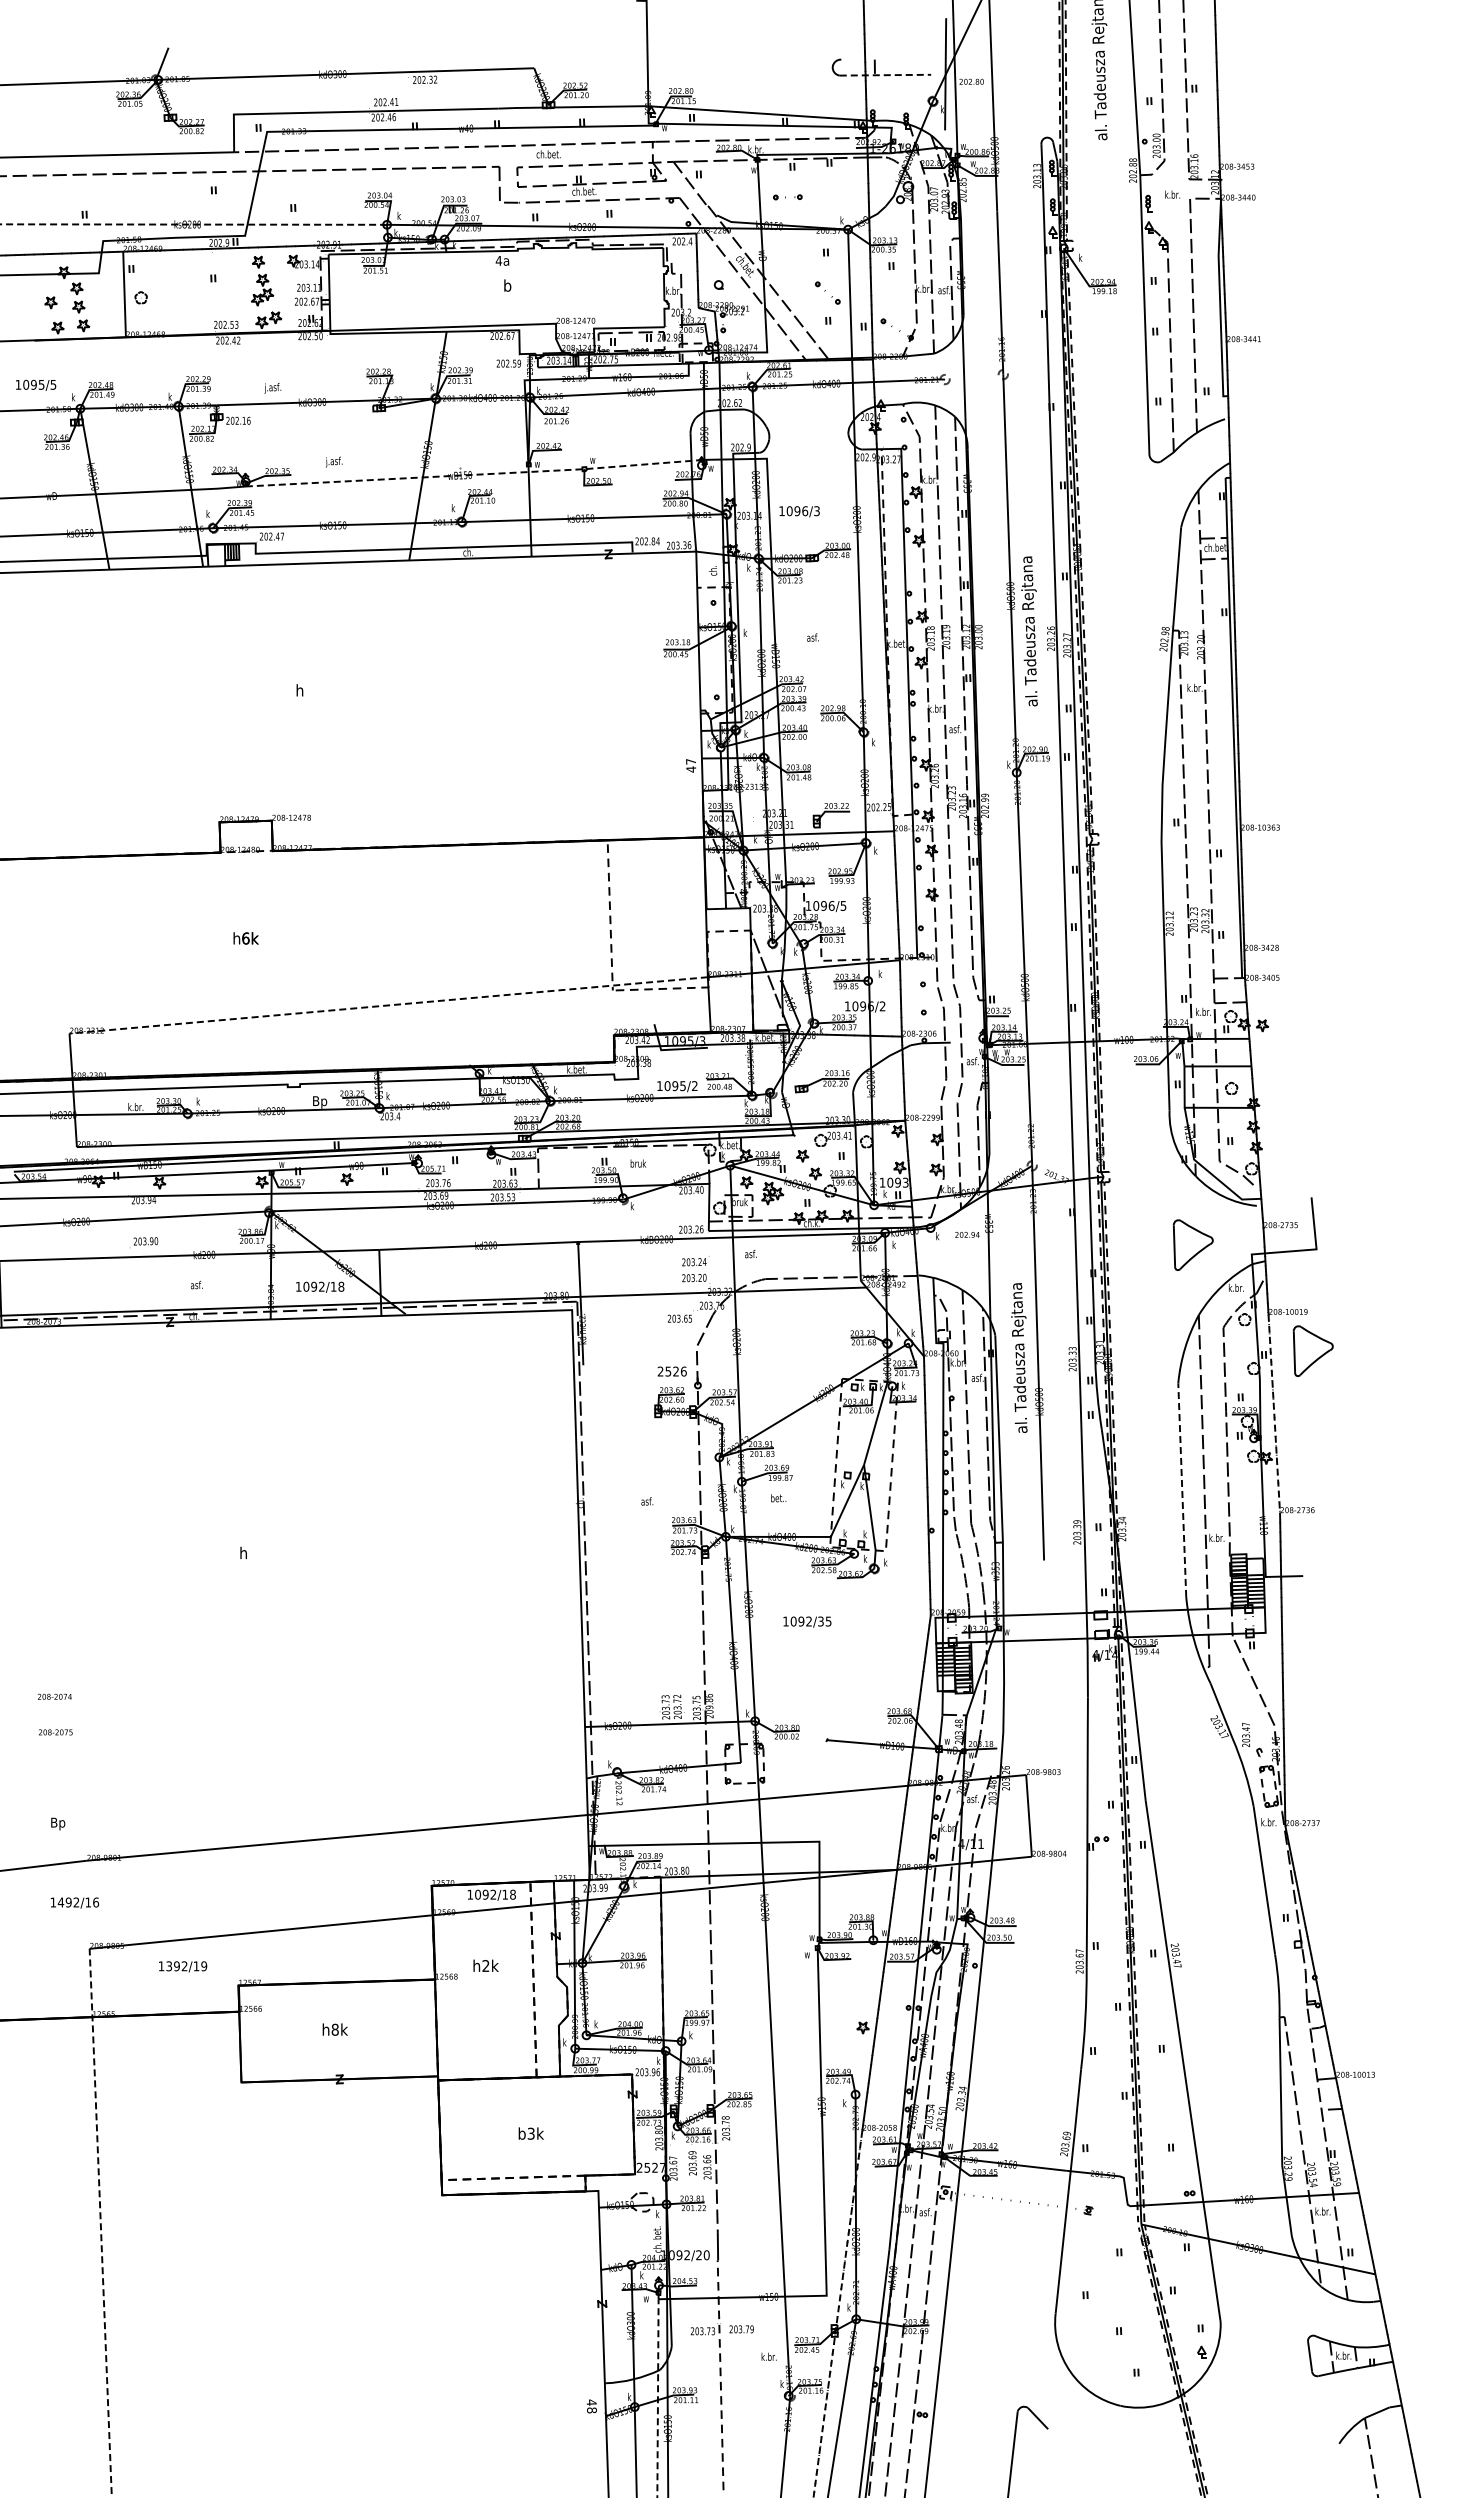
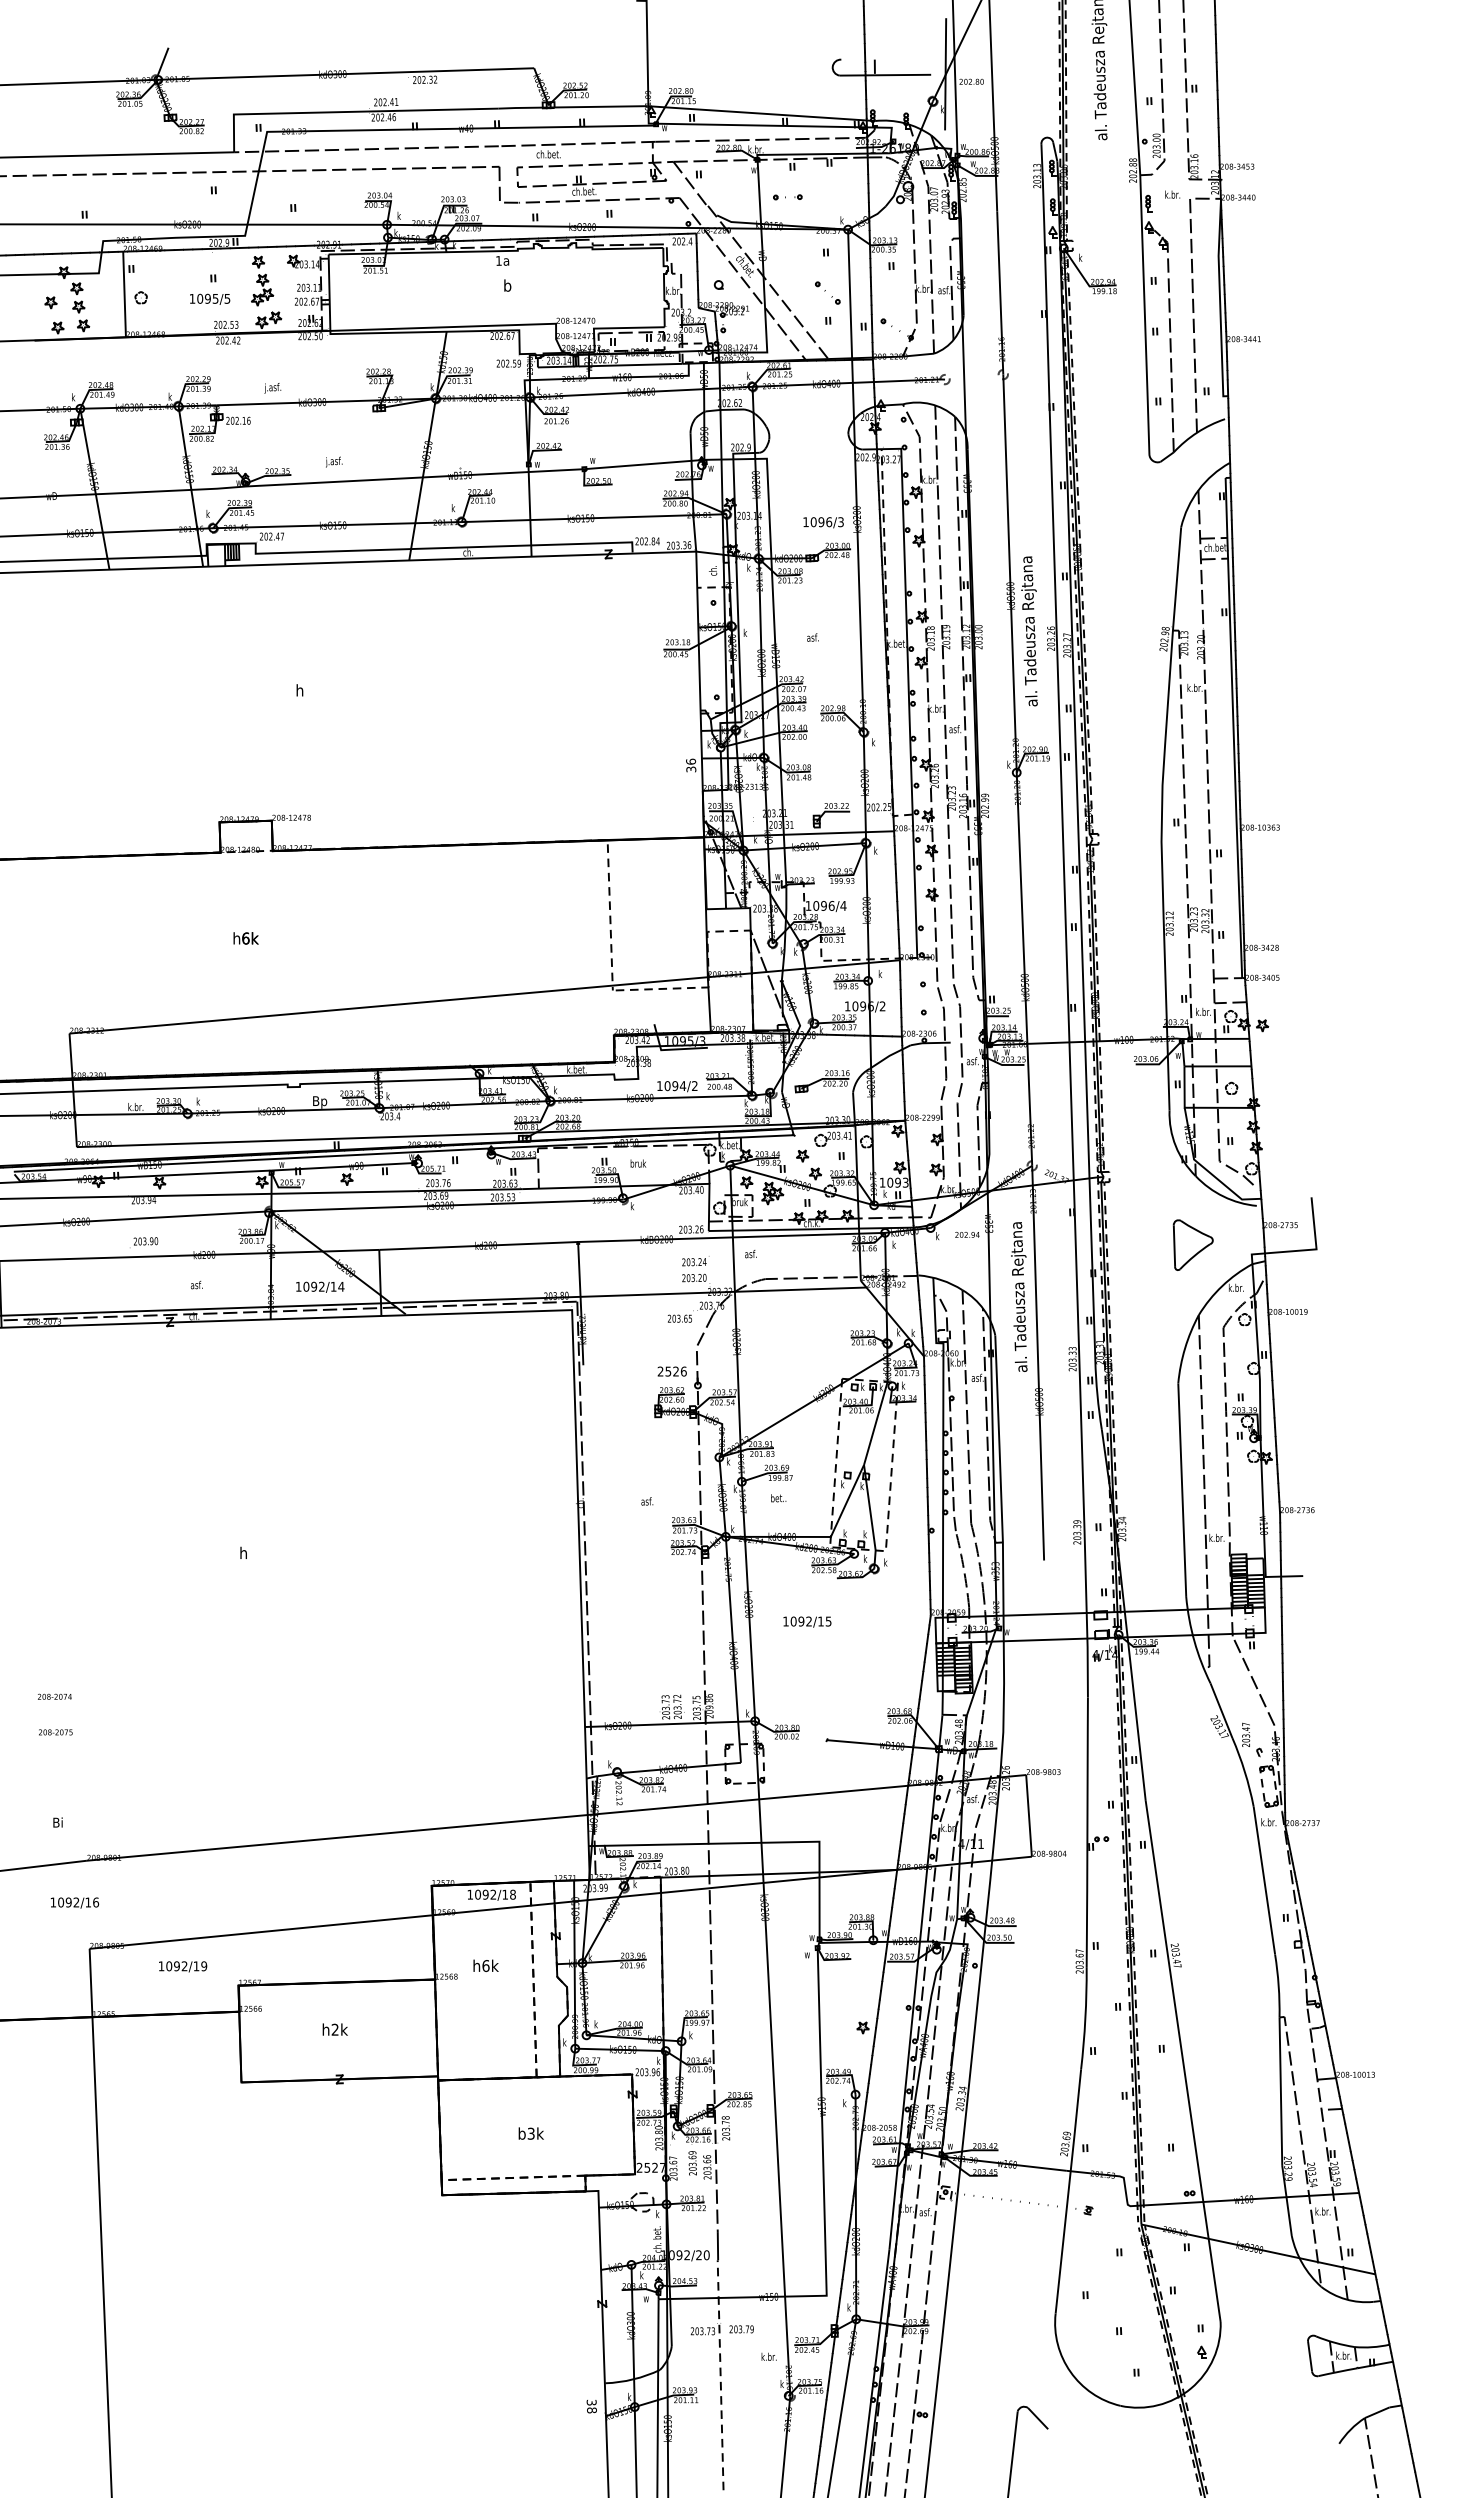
line at (885, 75): dashed -> solid
line at (194, 224): dashed -> solid
text at (498, 260): 4a -> 1a
text at (36, 384) position: (36, 384) -> (210, 298)
line at (475, 474): dashed -> solid
text at (799, 511) position: (799, 511) -> (823, 522)
text at (691, 765): 47 -> 36
text at (843, 905): 1096/5 -> 1096/4
line at (388, 1005): dashed -> solid
text at (682, 1086): 1095/2 -> 1094/2
text at (341, 1286): 1092/18 -> 1092/14
part at (1312, 1350): present -> none
text at (1019, 1357) position: (1019, 1357) -> (1019, 1296)
line at (1274, 1414): dashed -> solid
line at (1182, 1490): dashed -> solid
text at (820, 1621): 1092/35 -> 1092/15
text at (58, 1823): Bp -> Bi
text at (60, 1902): 1492/16 -> 1092/16
text at (169, 1966): 1392/19 -> 1092/19
text at (485, 1966): h2k -> h6k
text at (334, 2029): h8k -> h2k
line at (100, 2221): dashed -> solid
line at (837, 2314): dashed -> solid
line at (657, 2397): dashed -> solid
text at (591, 2402): 48 -> 38
